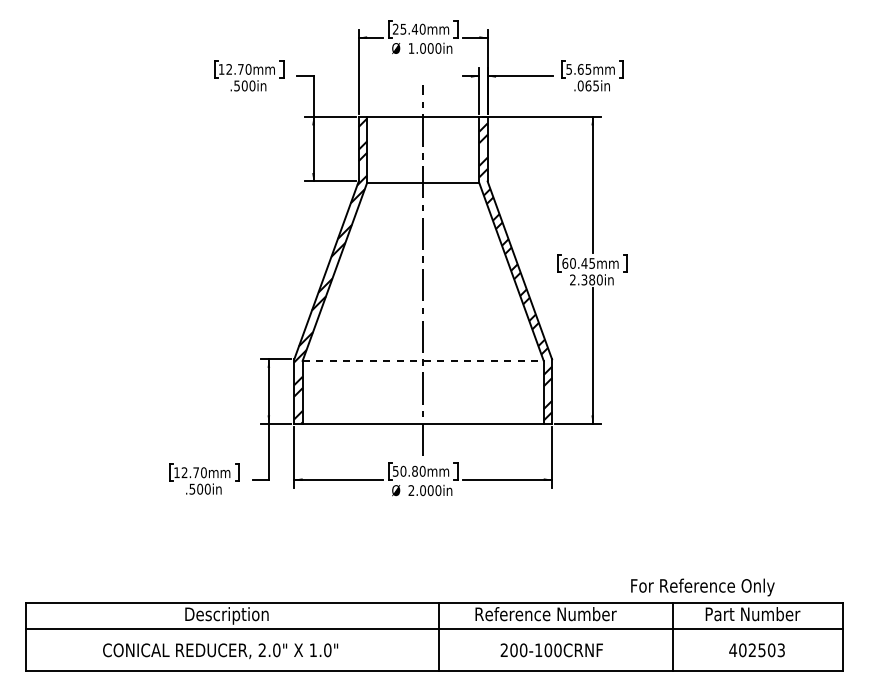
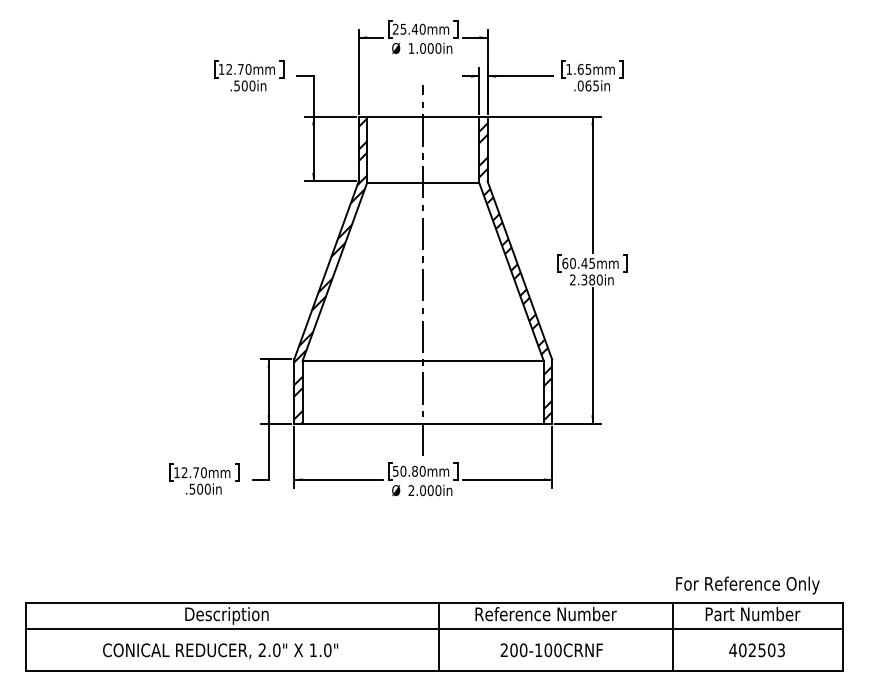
text at (568, 69): 5.65mm -> 1.65mm
line at (423, 360): dashed -> solid
text at (702, 587) position: (702, 587) -> (747, 585)
